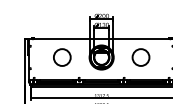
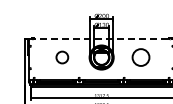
line at (100, 39): solid -> dashed
circle at (62, 57) size: 19x19 px -> 15x15 px
